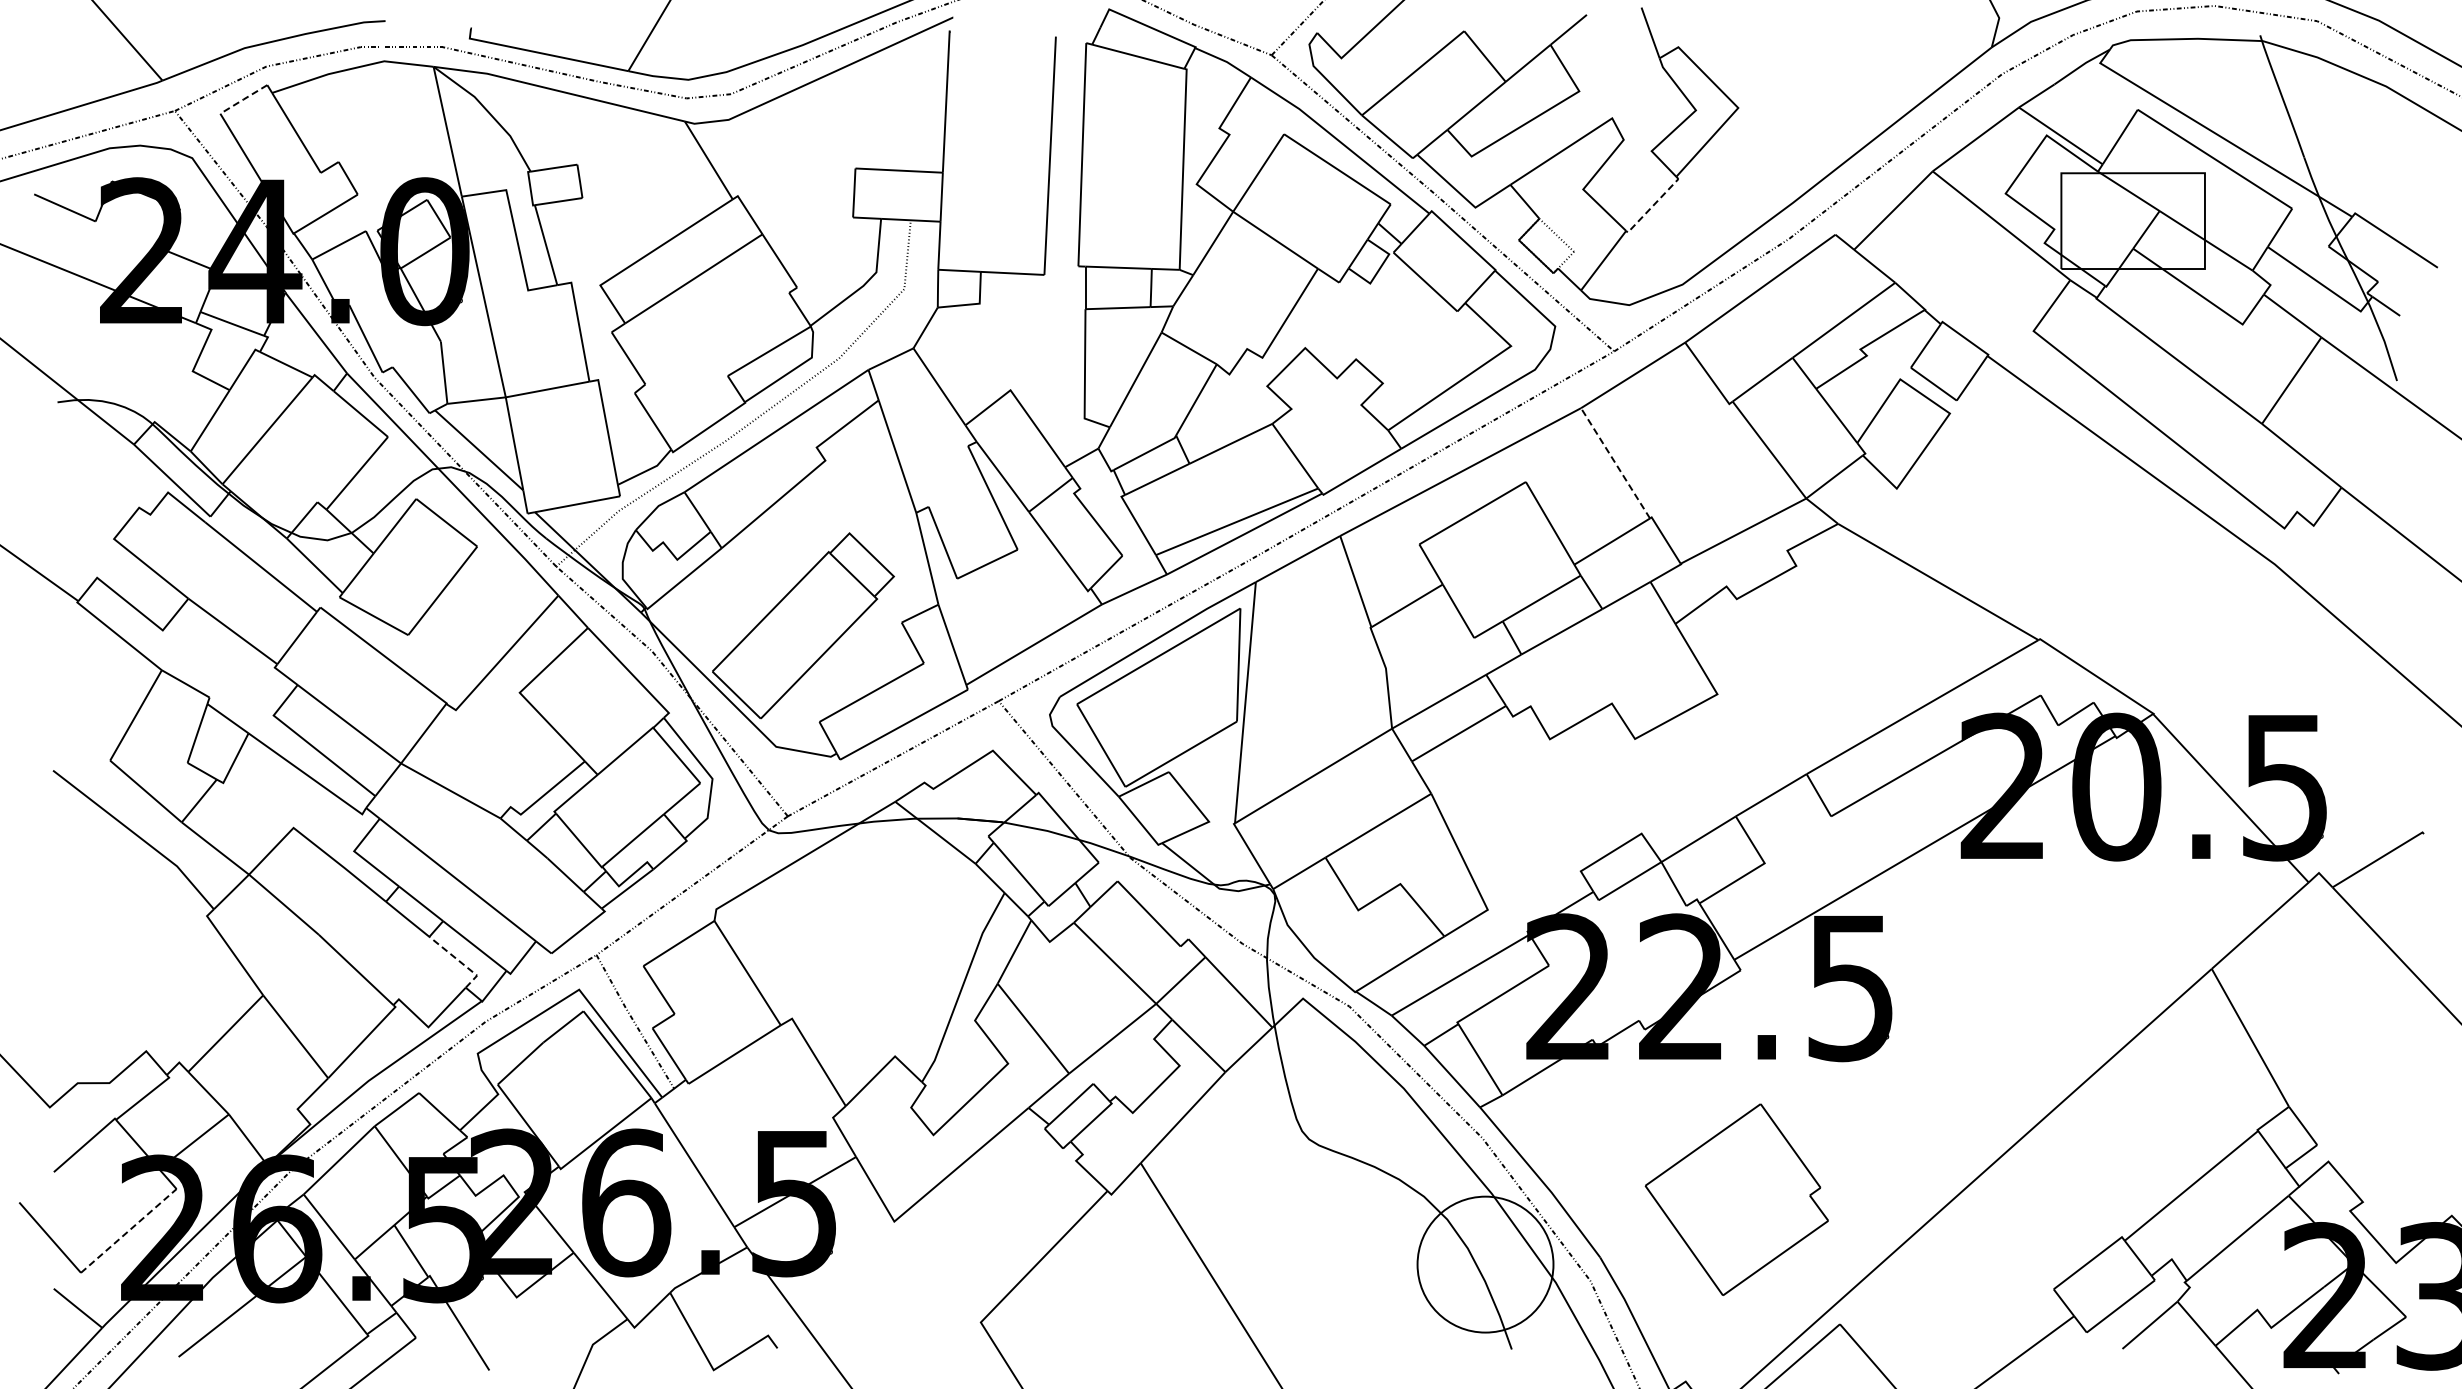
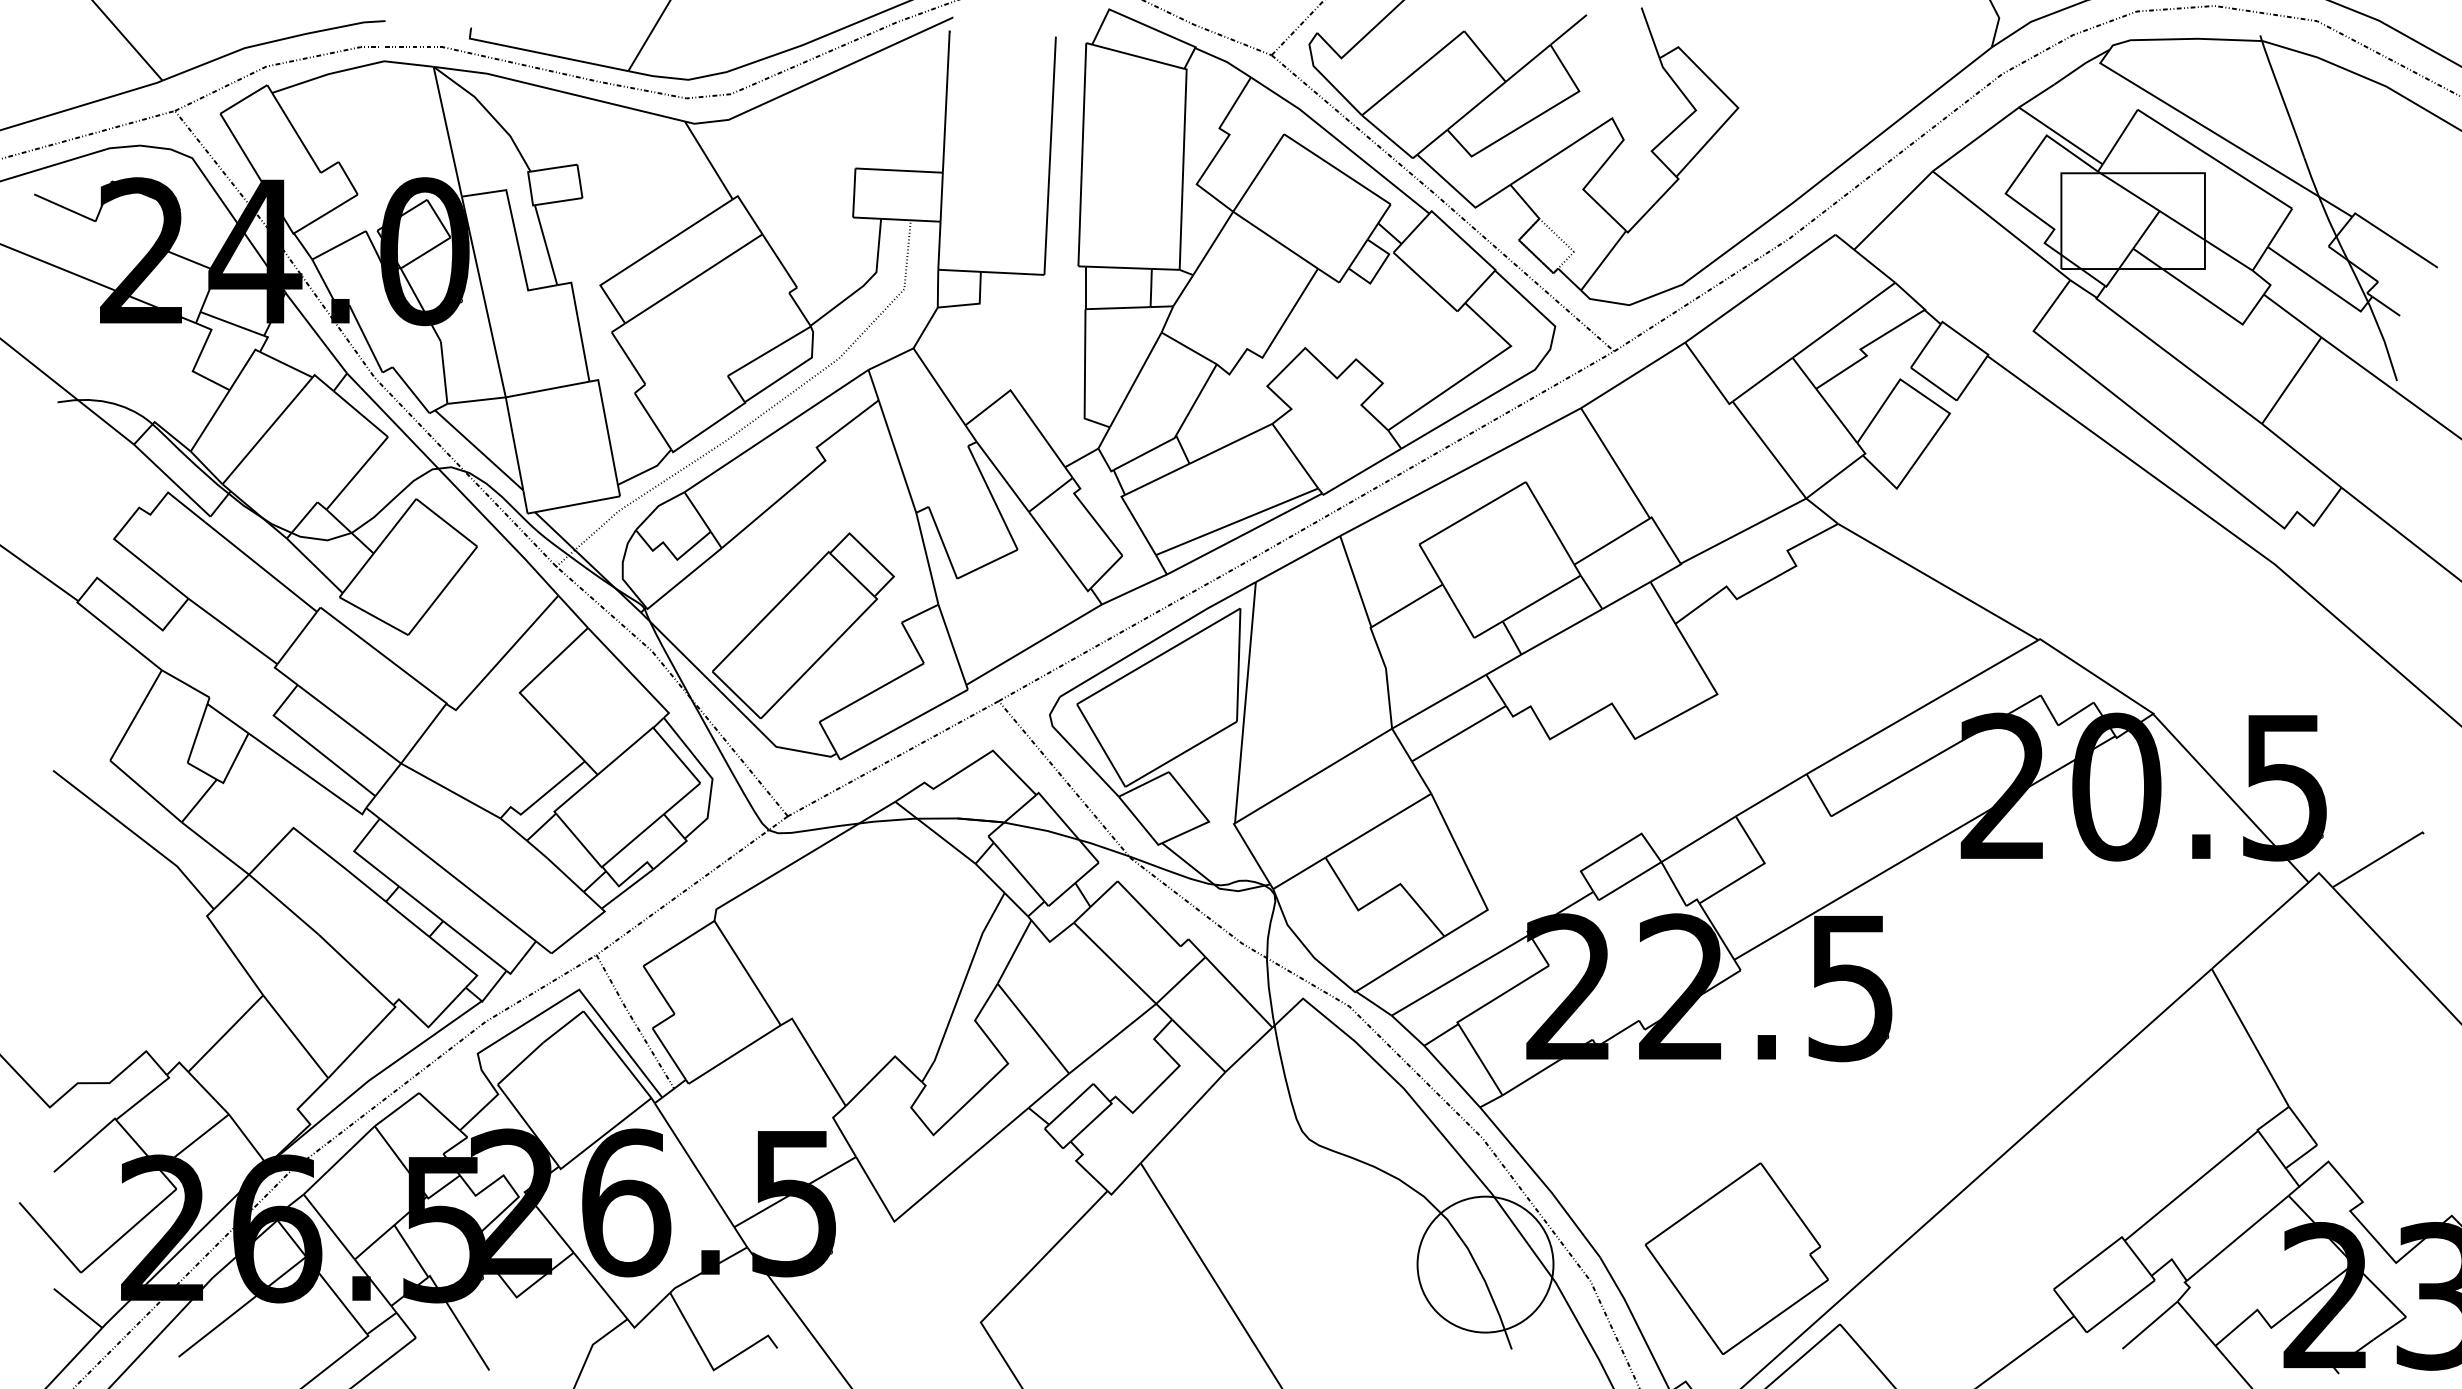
line at (243, 99): dashed -> solid
line at (1653, 205): dashed -> solid
line at (1616, 464): dashed -> solid
line at (460, 961): dashed -> solid
part at (1736, 1199) position: (1736, 1199) -> (1736, 1258)
line at (128, 1231): dashed -> solid
